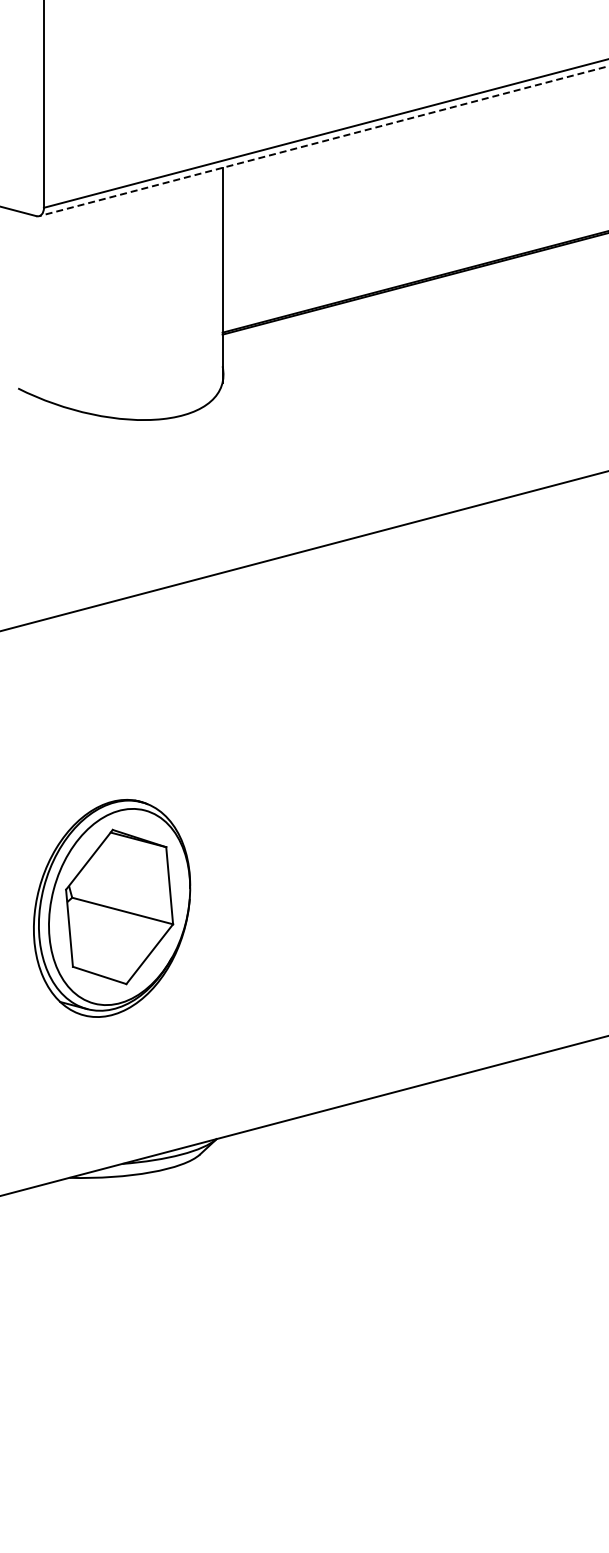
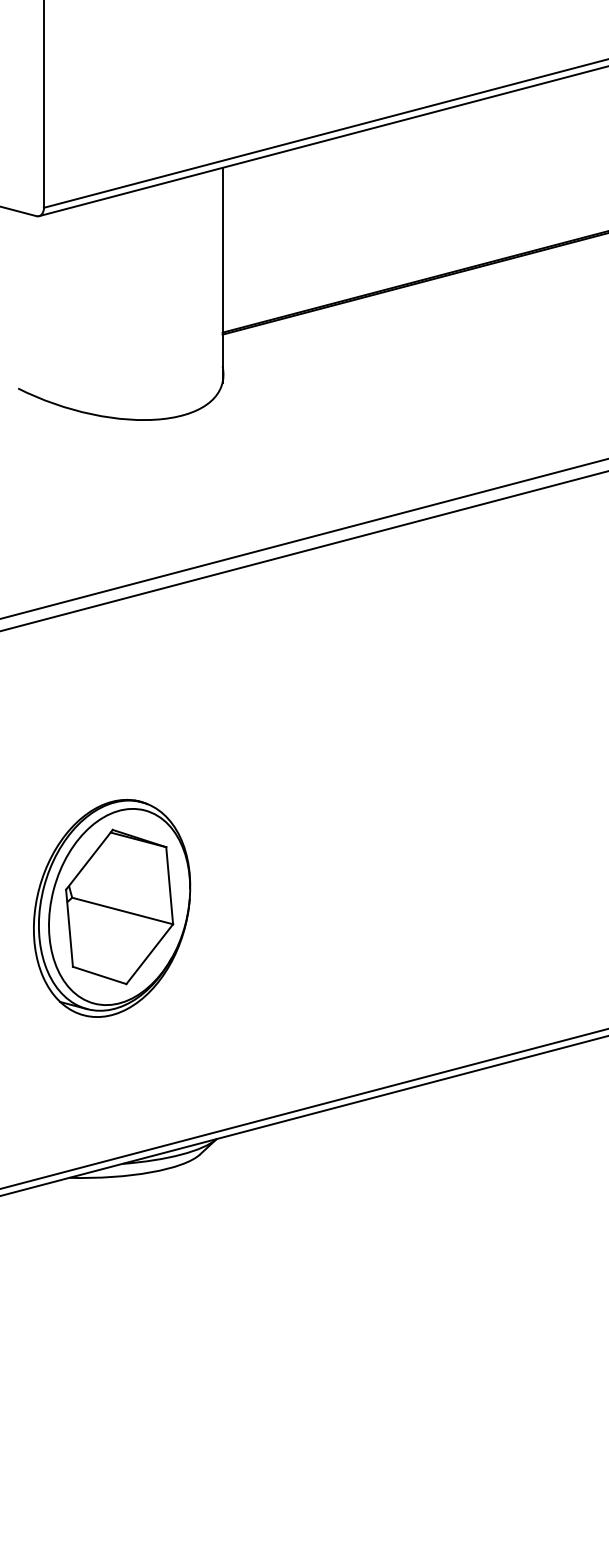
line at (323, 141): dashed -> solid
line at (303, 538): none -> present
line at (303, 1108): none -> present
